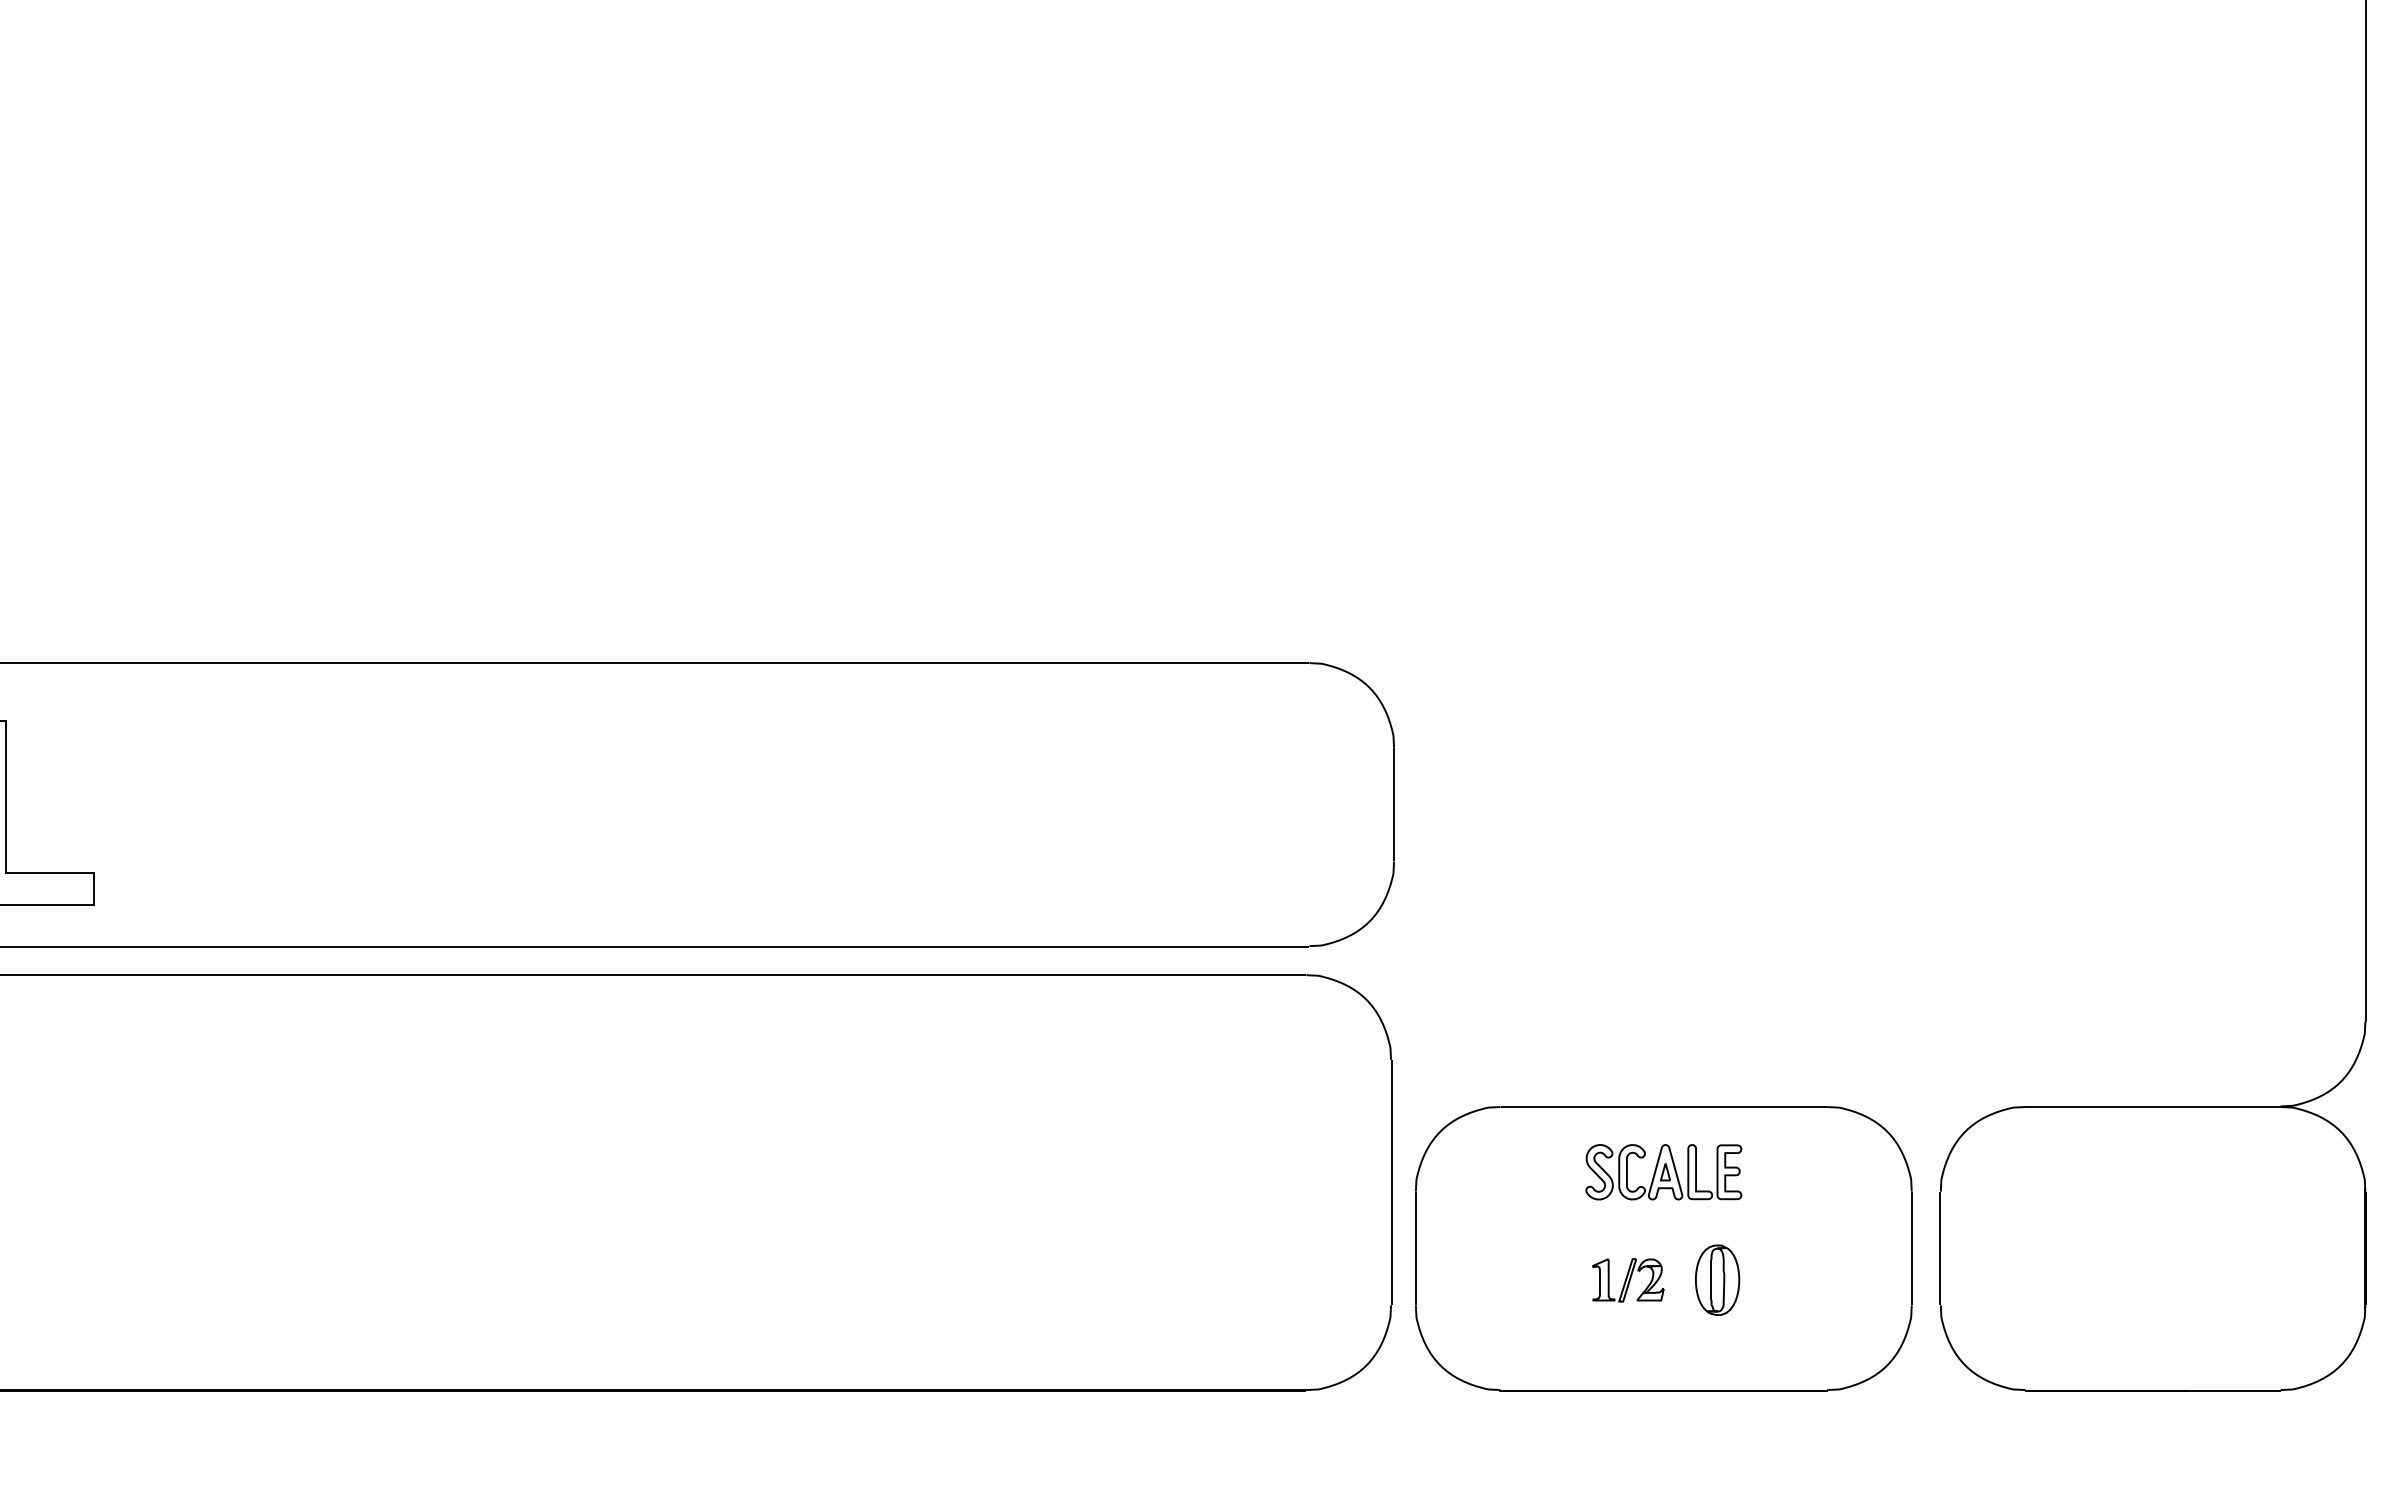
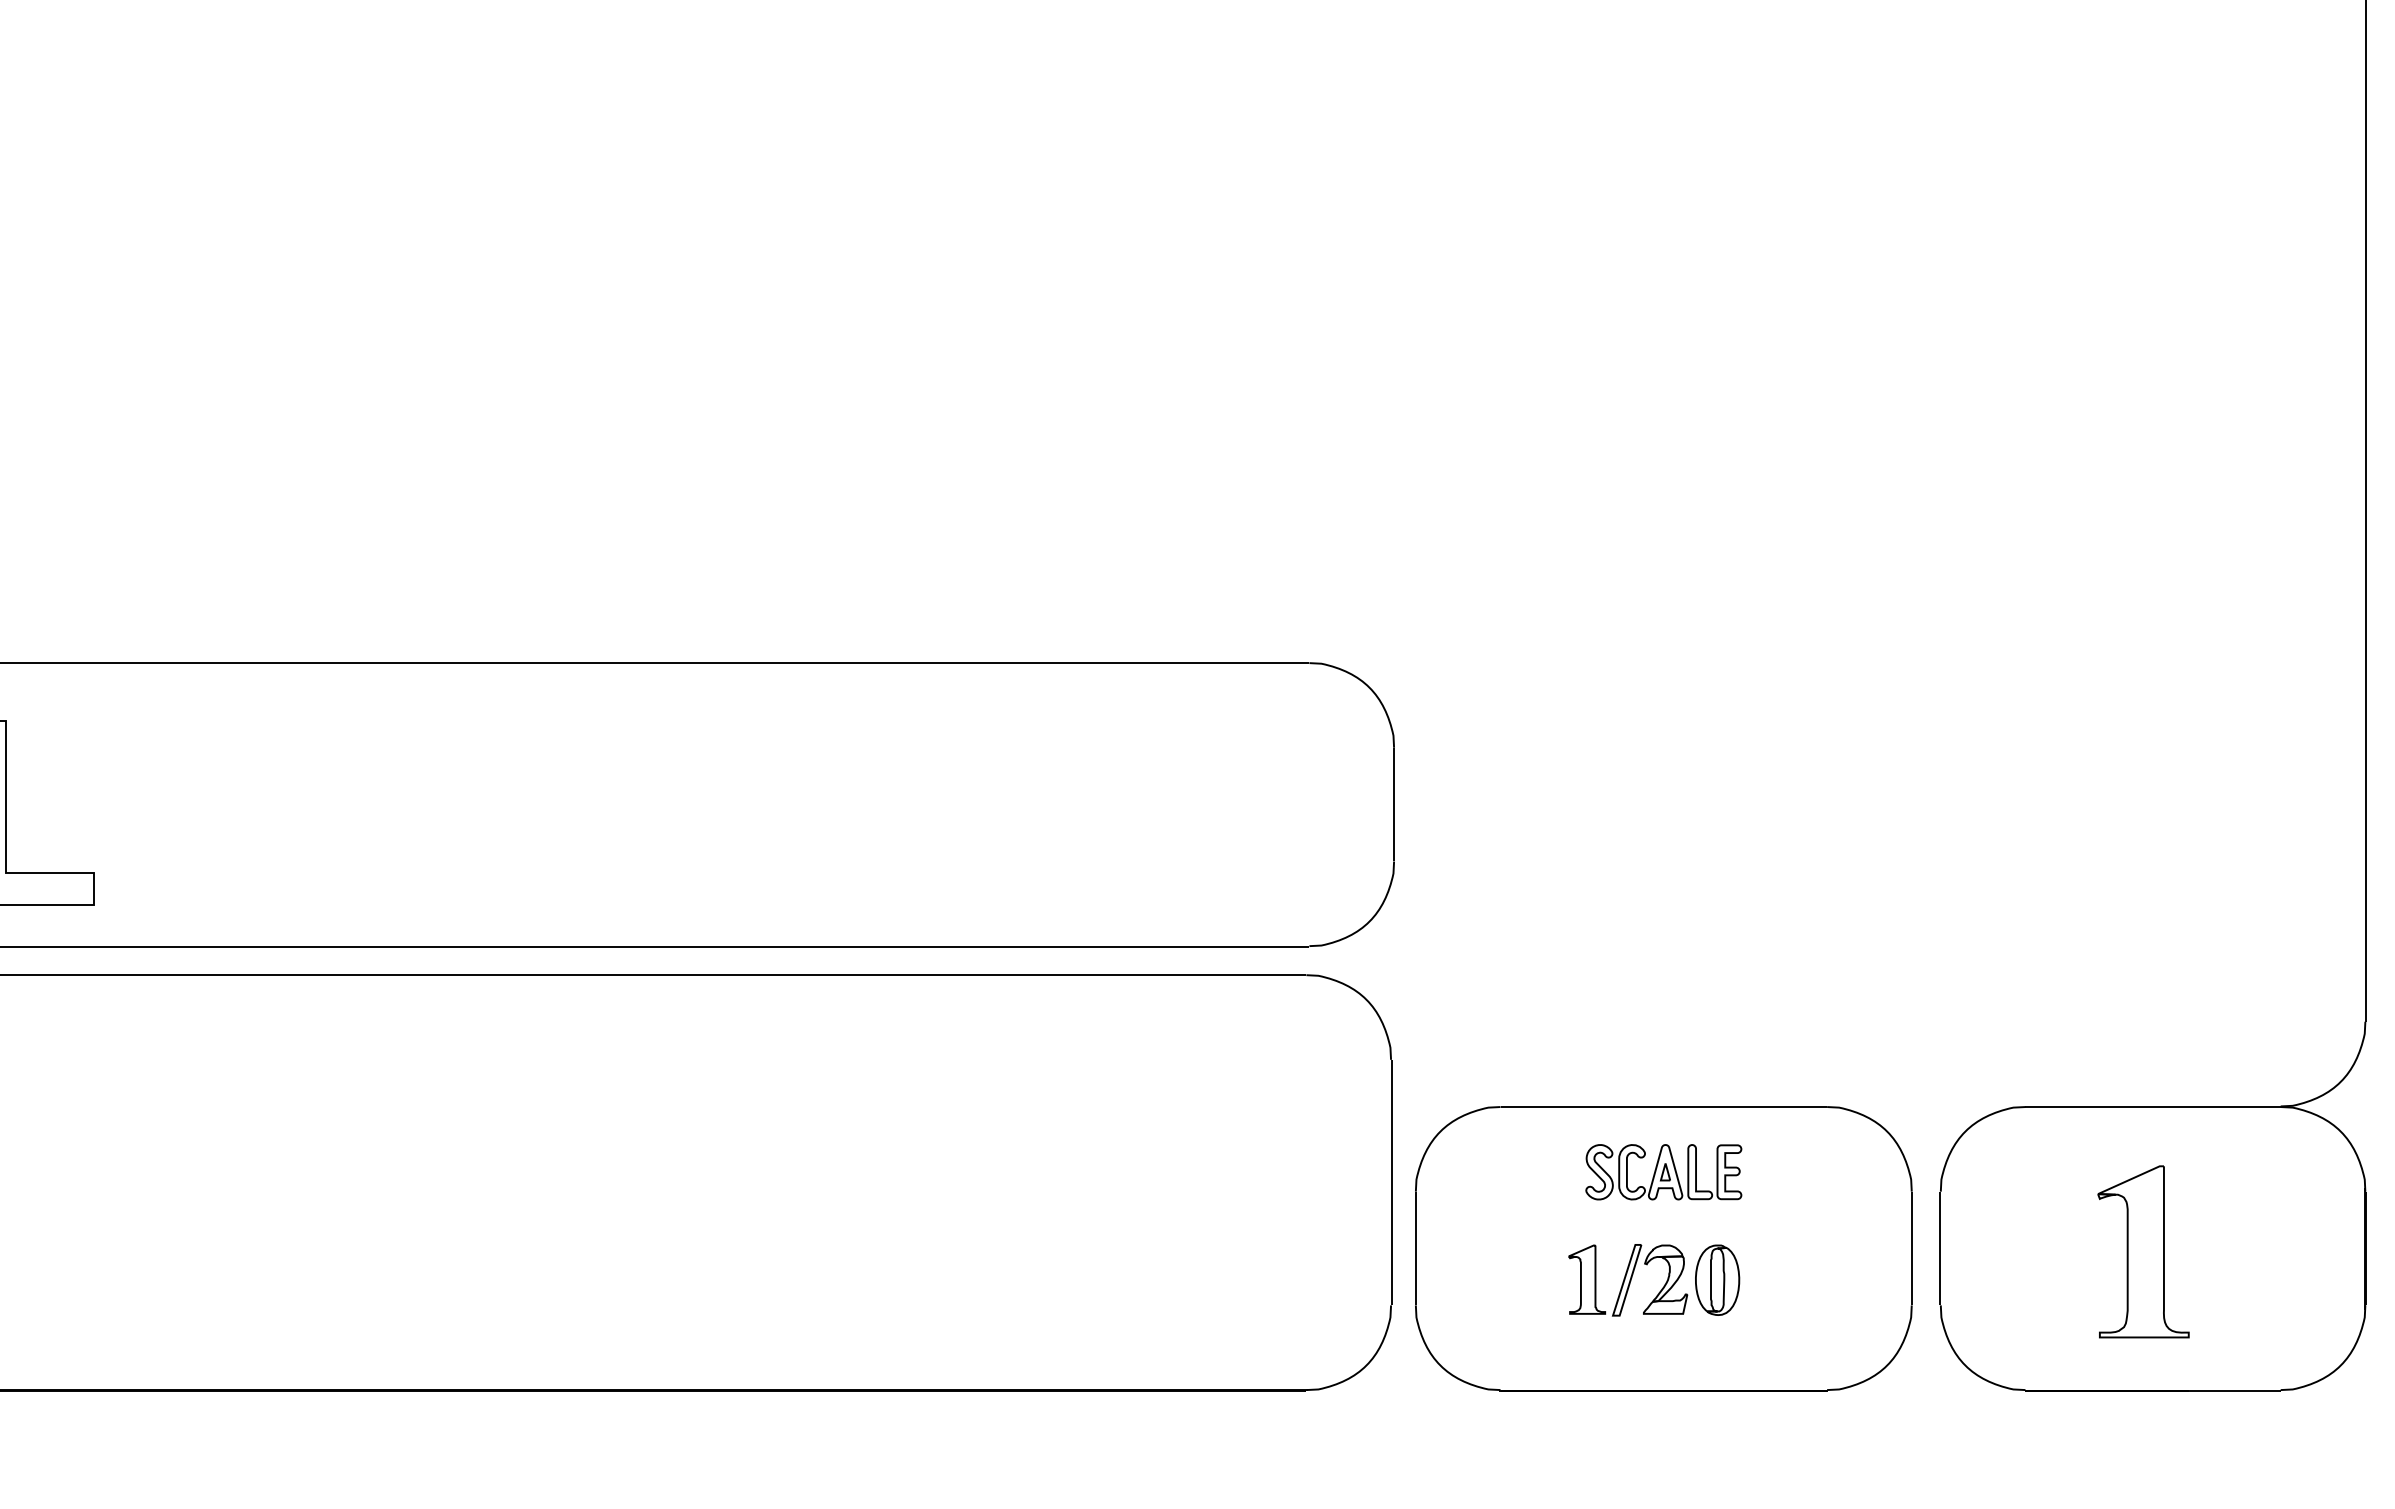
part at (2143, 1251): none -> present
part at (1628, 1280) size: 73x45 px -> 121x73 px
